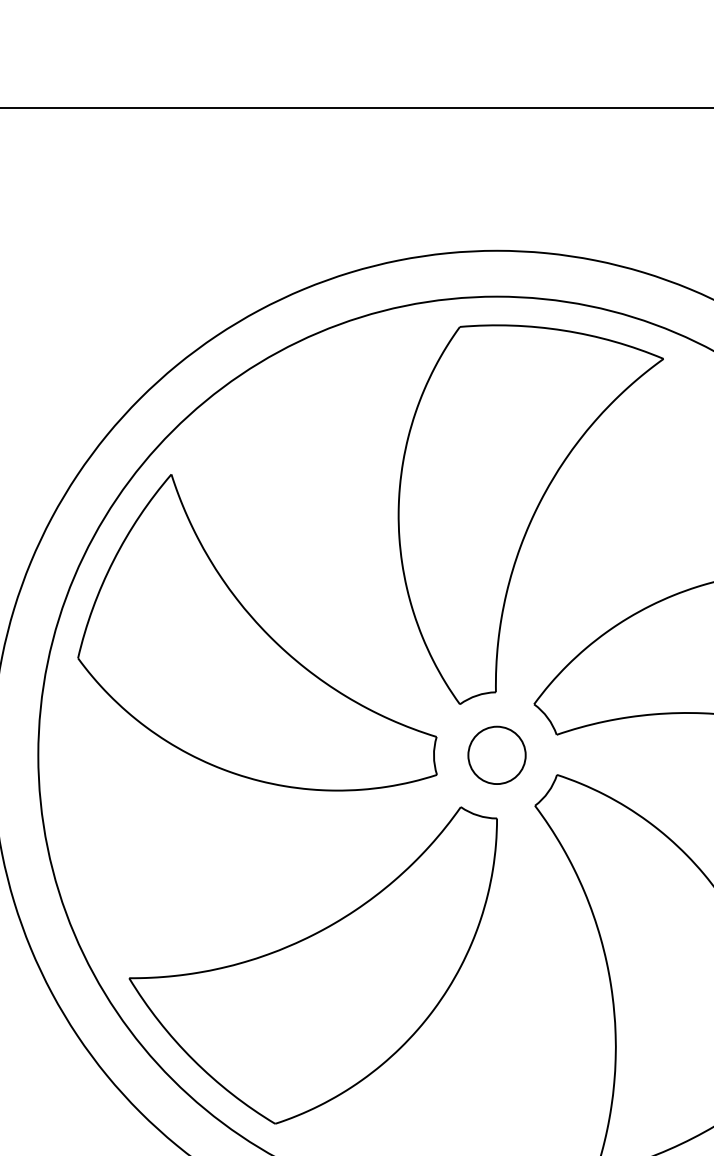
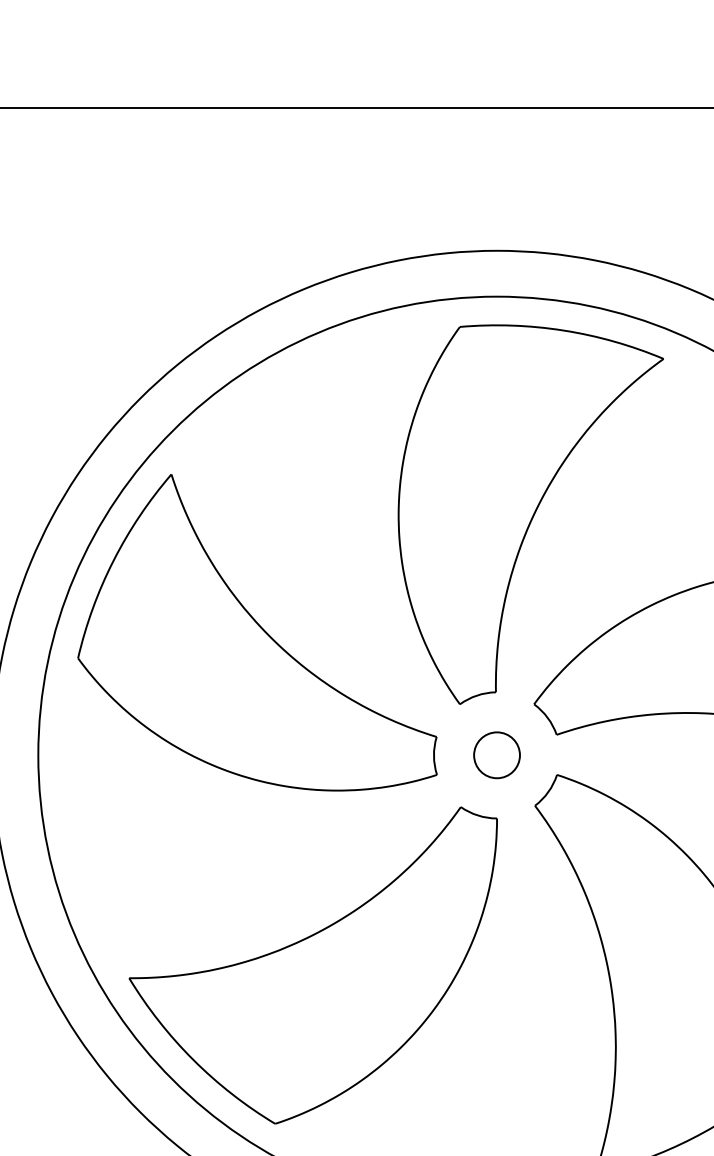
circle at (496, 754) size: 60x60 px -> 48x49 px
